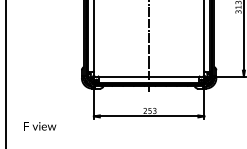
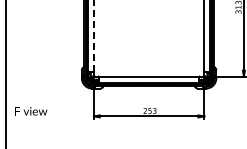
line at (93, 36): solid -> dashed
line at (149, 47): present -> none
text at (40, 126) position: (40, 126) -> (31, 111)
